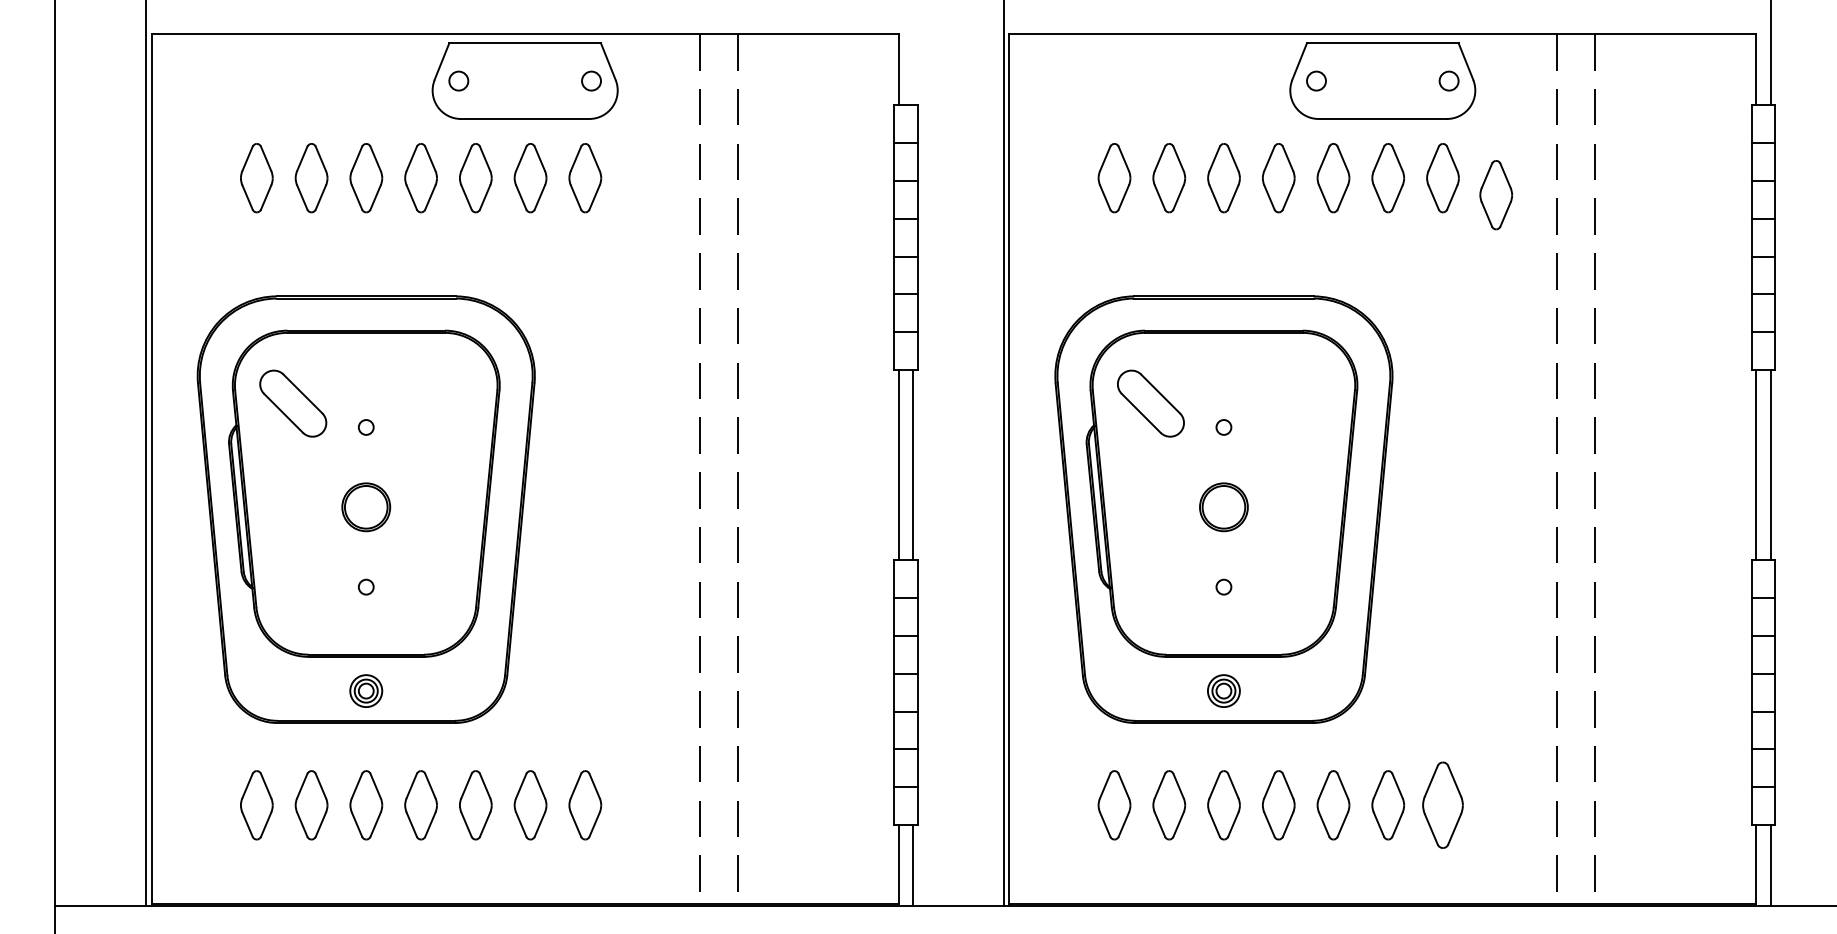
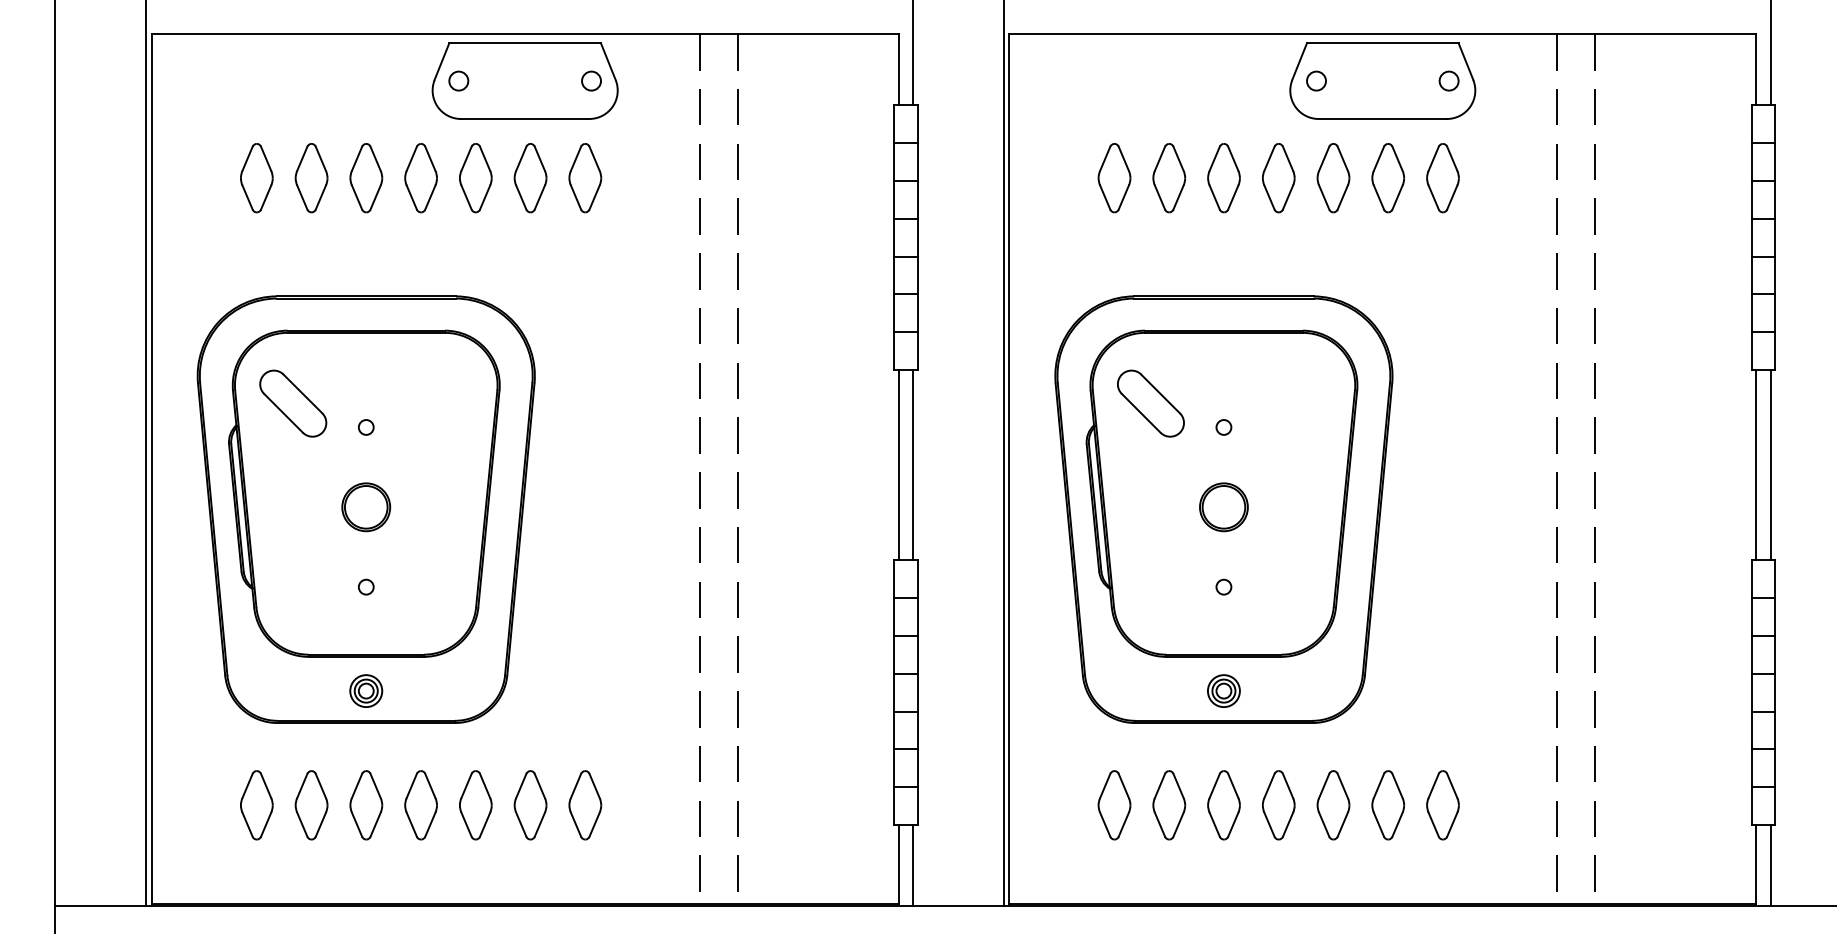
line at (912, 53): none -> present
part at (1495, 195): present -> none
part at (1442, 804) size: 42x88 px -> 34x71 px
